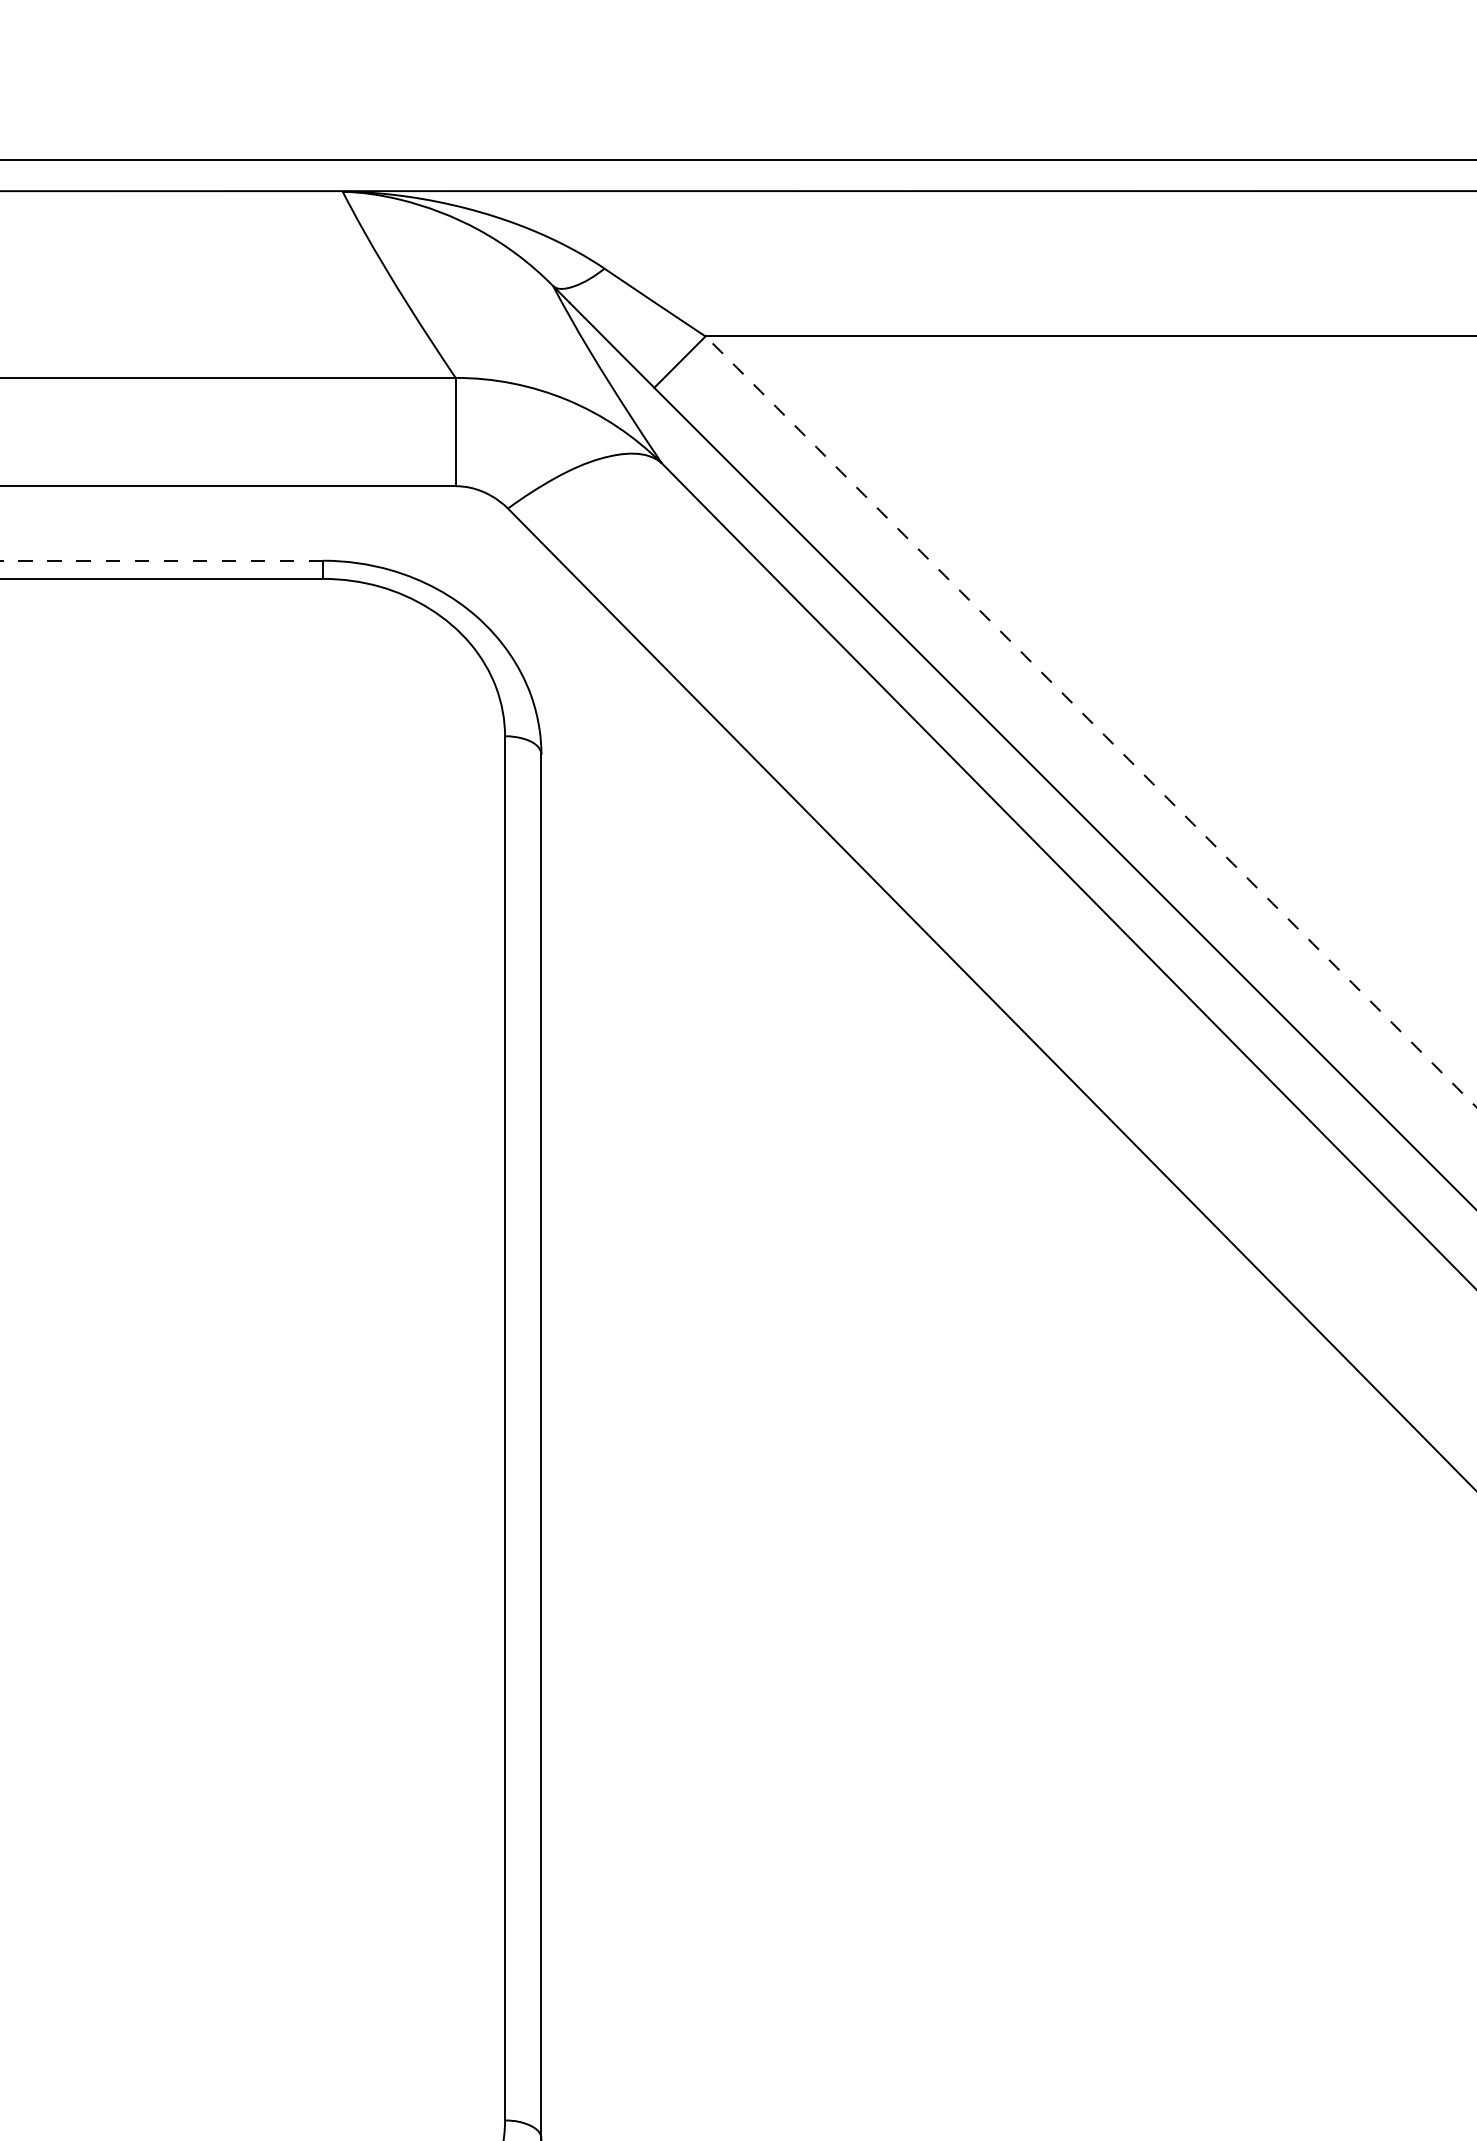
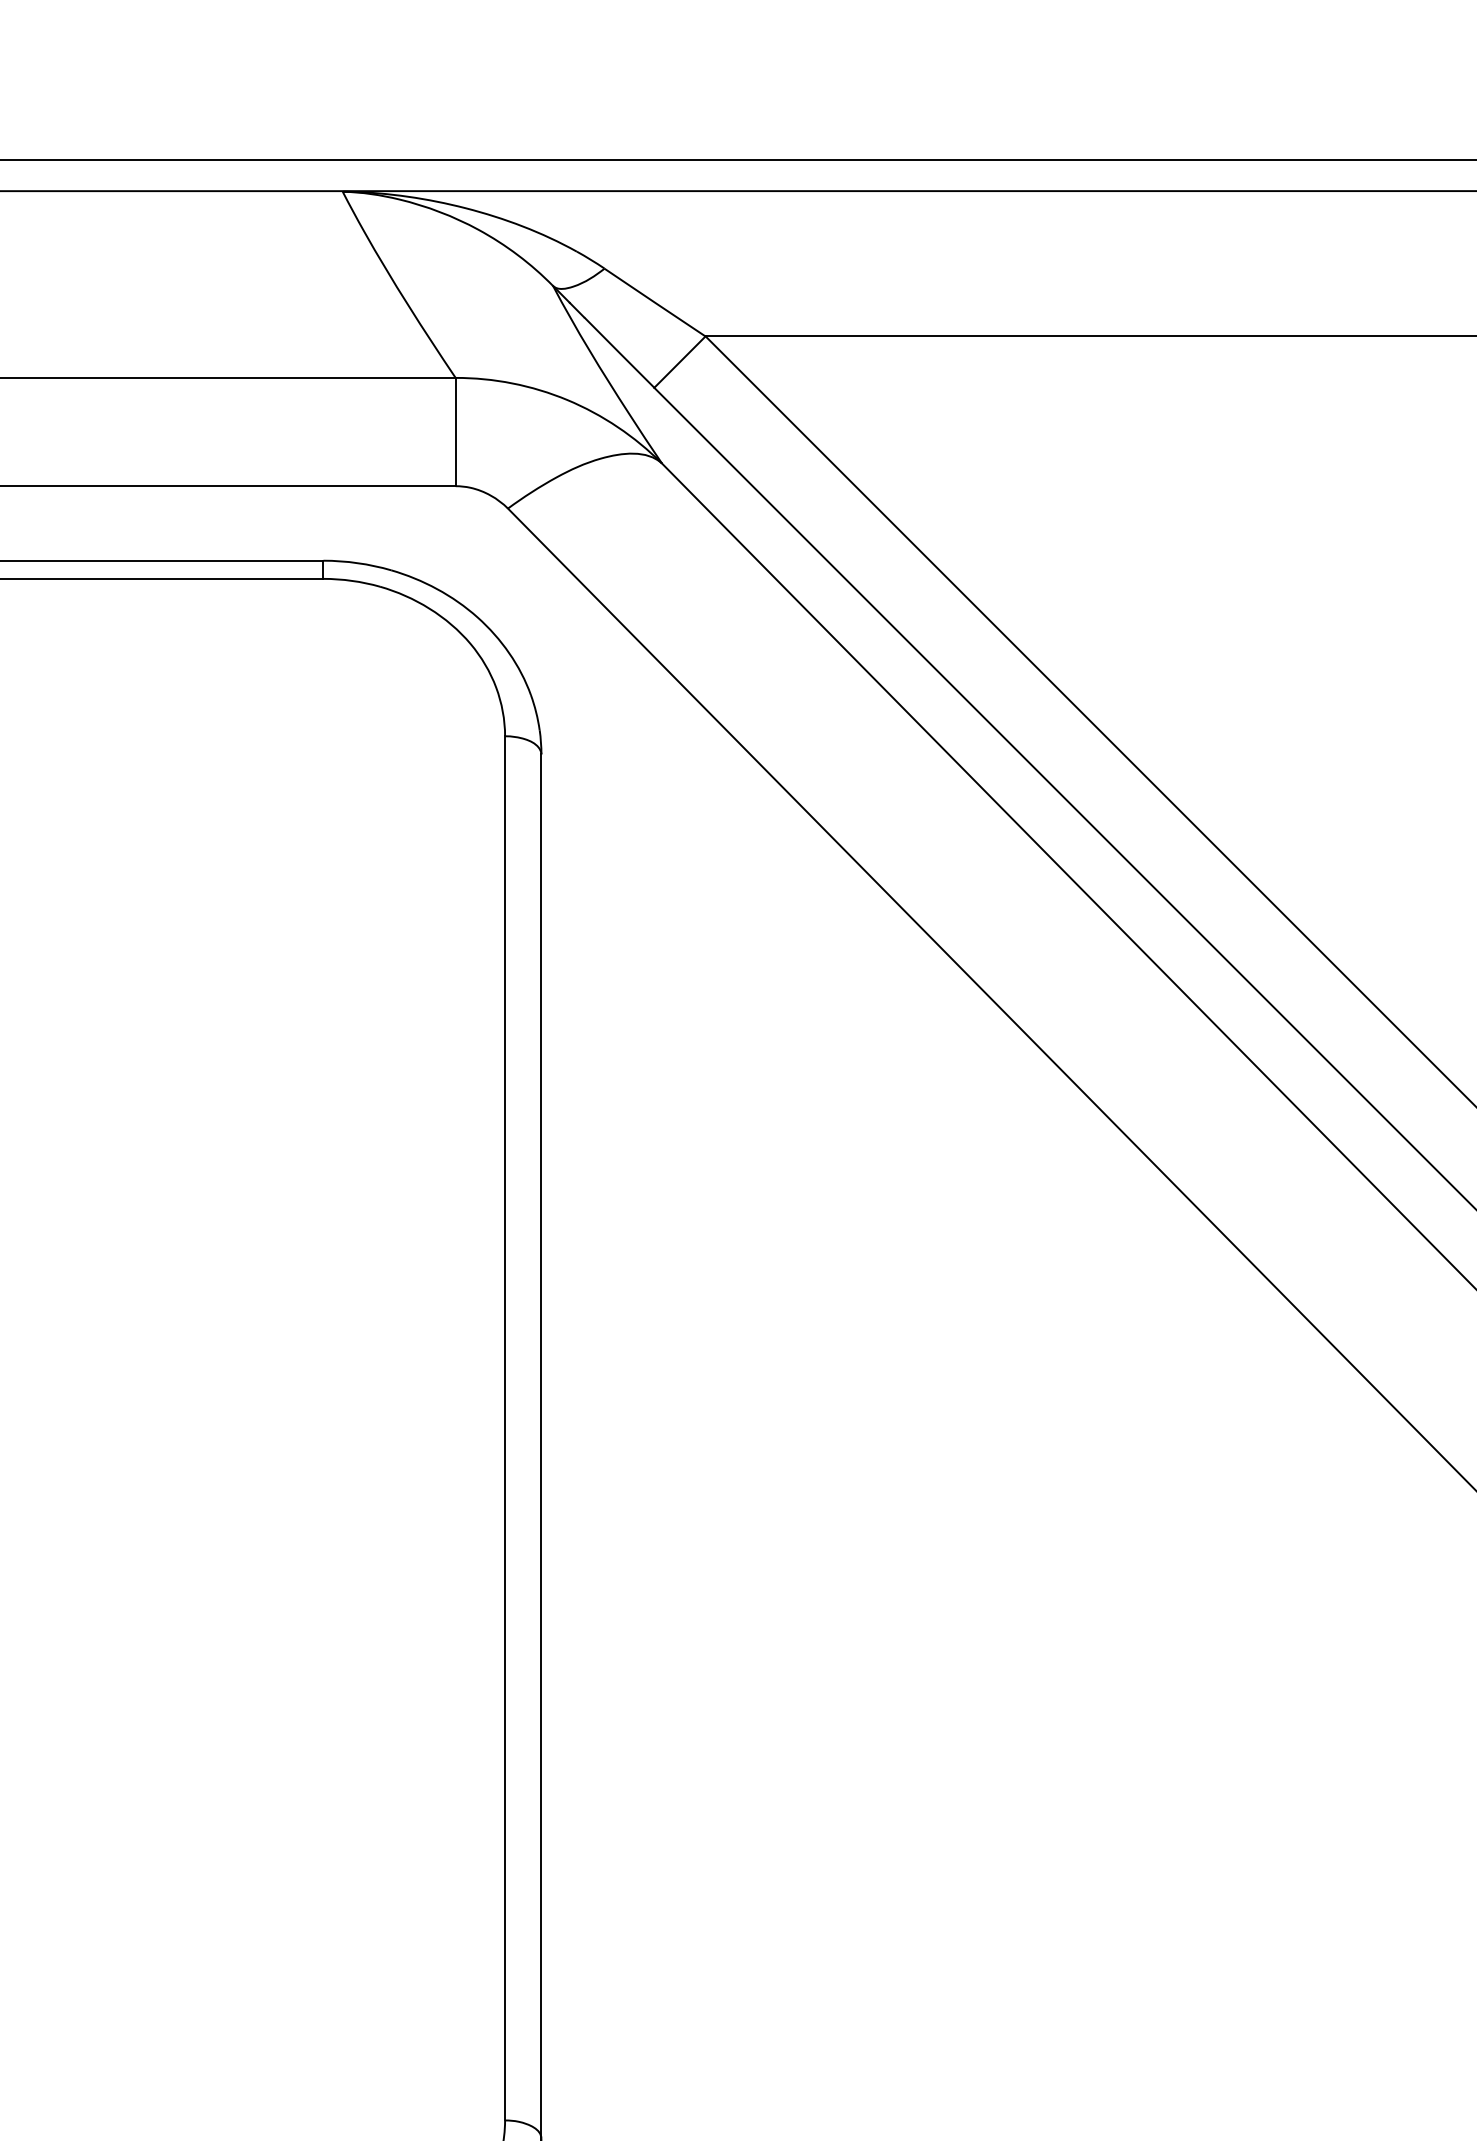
line at (161, 560): dashed -> solid
line at (1090, 721): dashed -> solid
